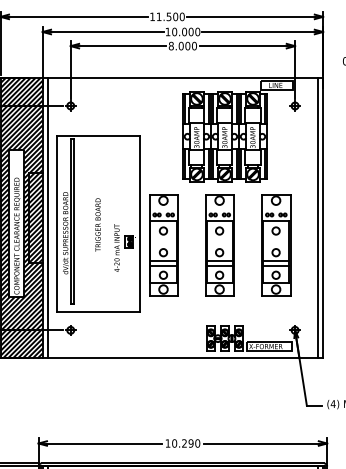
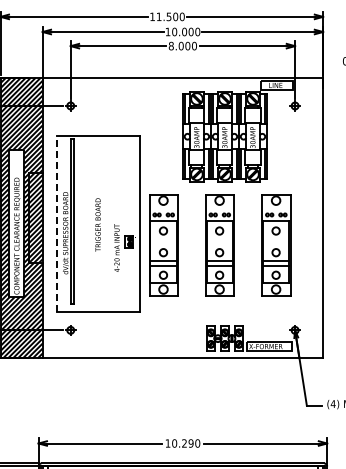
line at (48, 217): present -> none
line at (317, 217): present -> none
line at (56, 224): solid -> dashed
